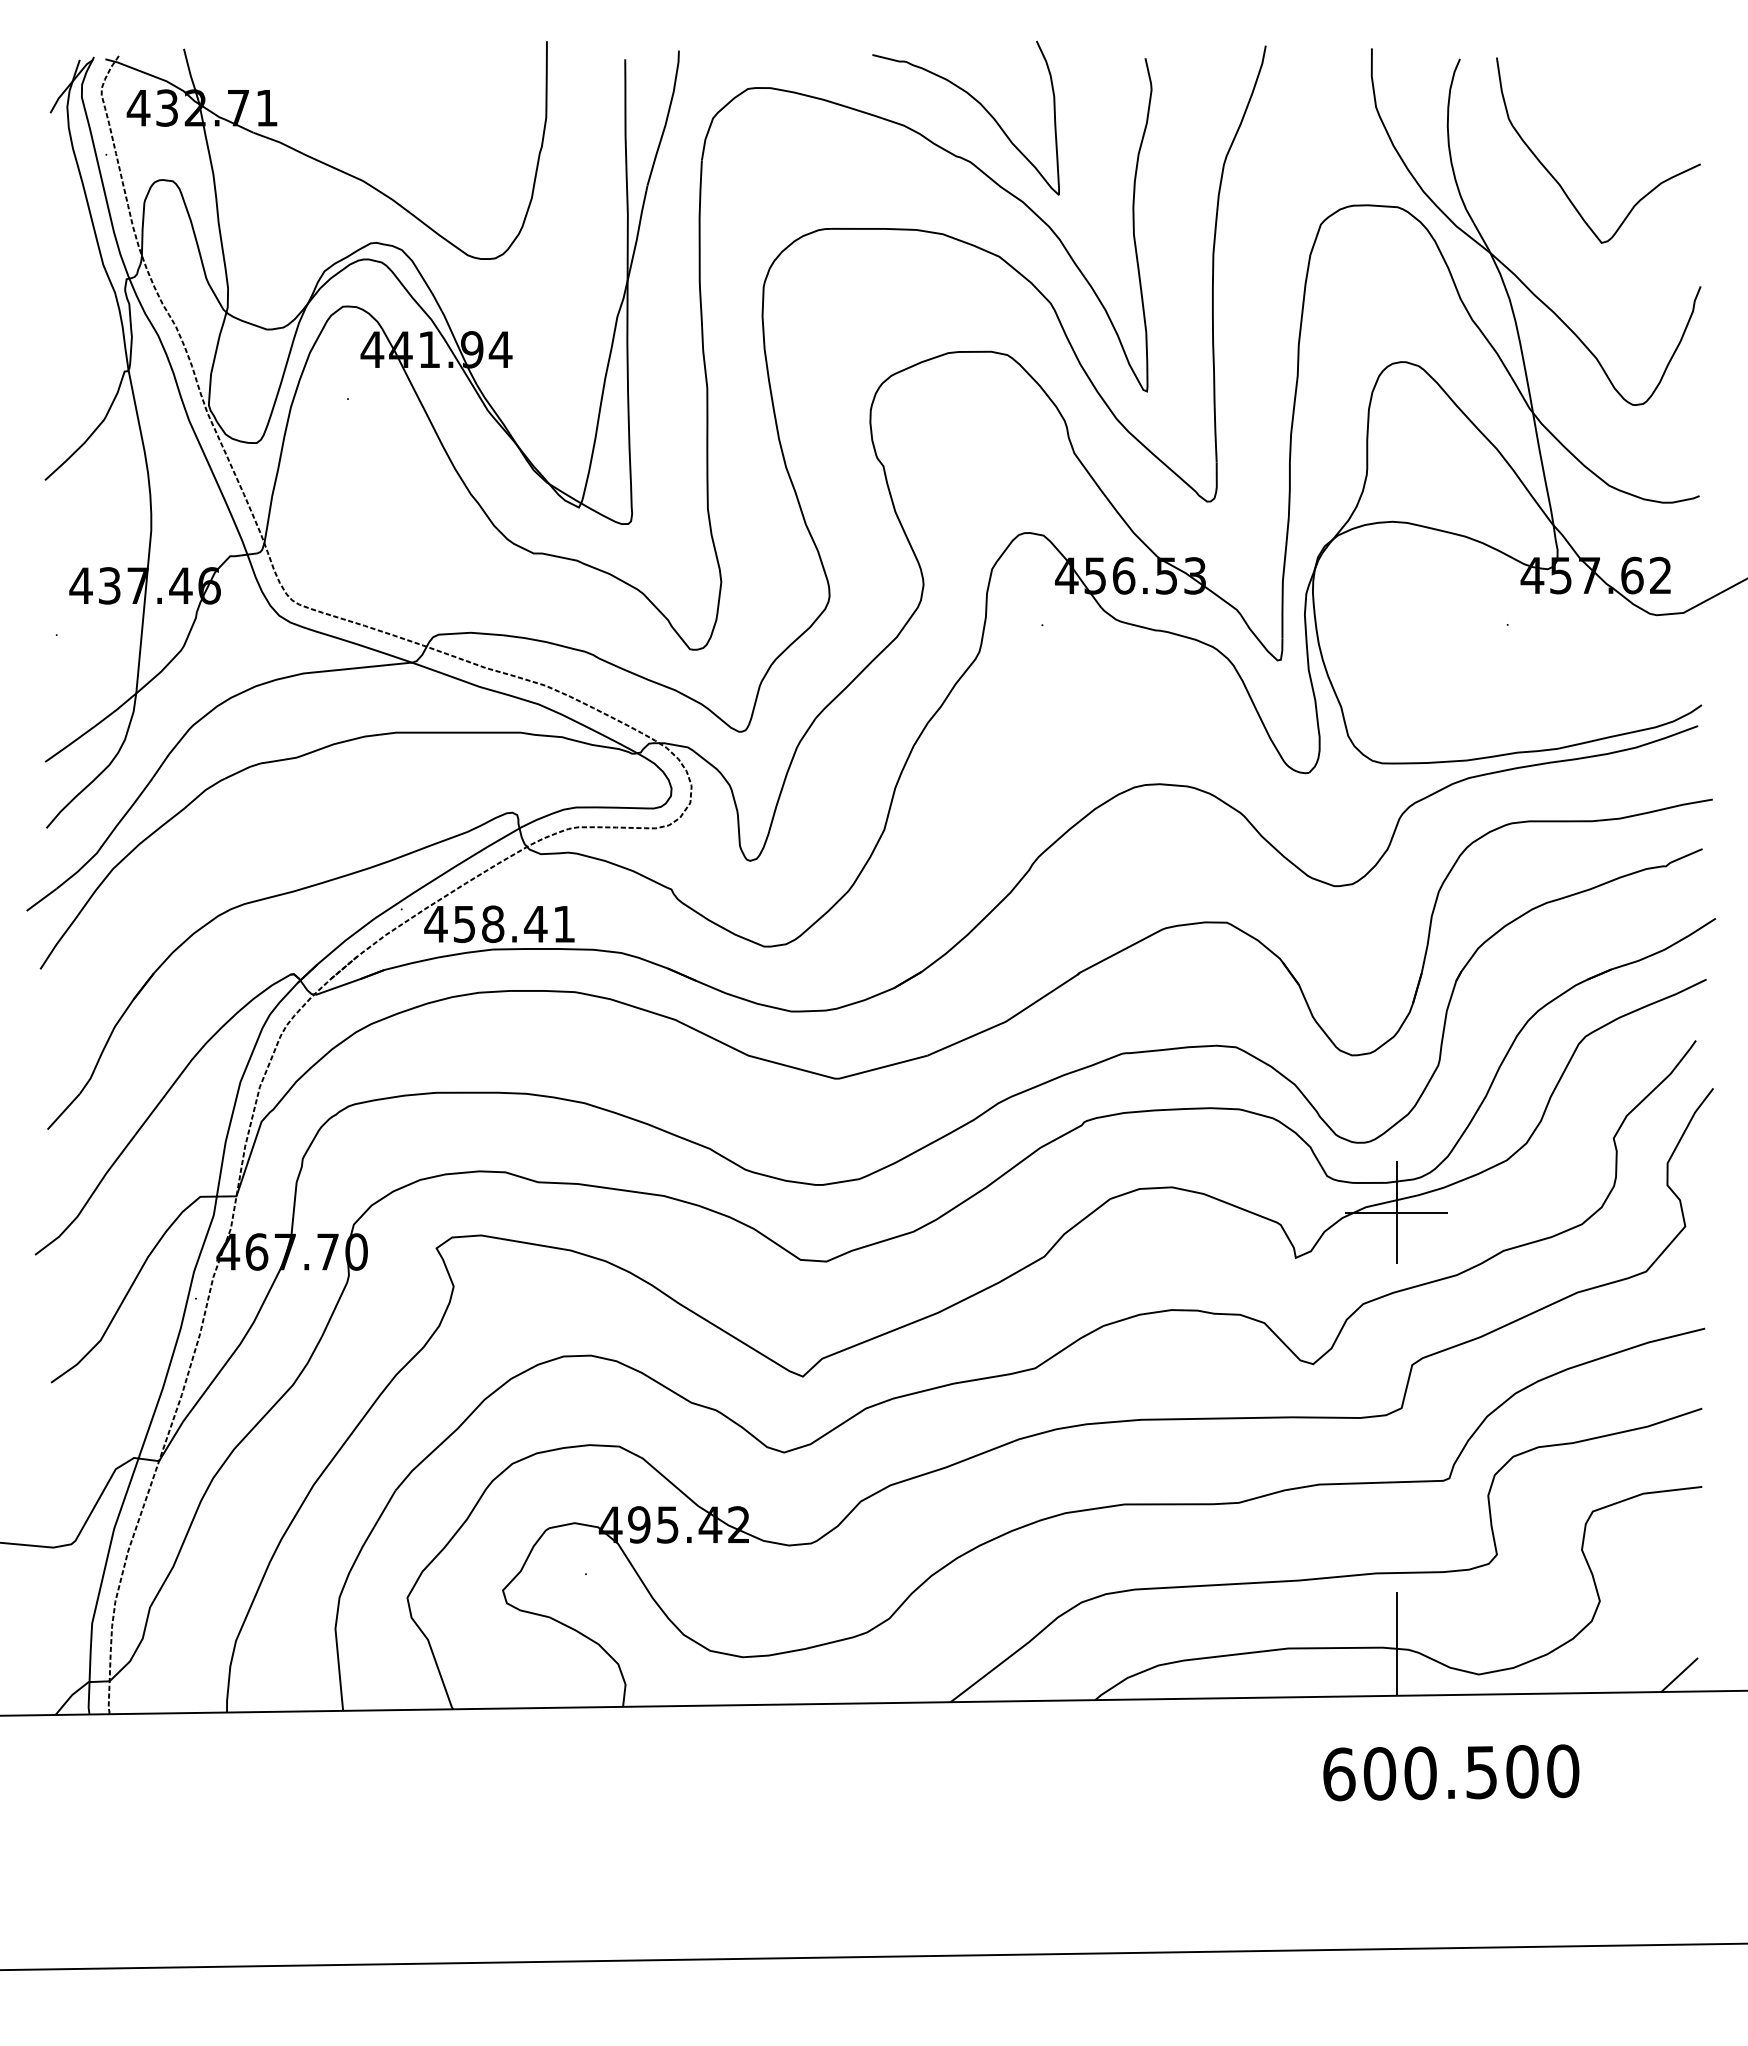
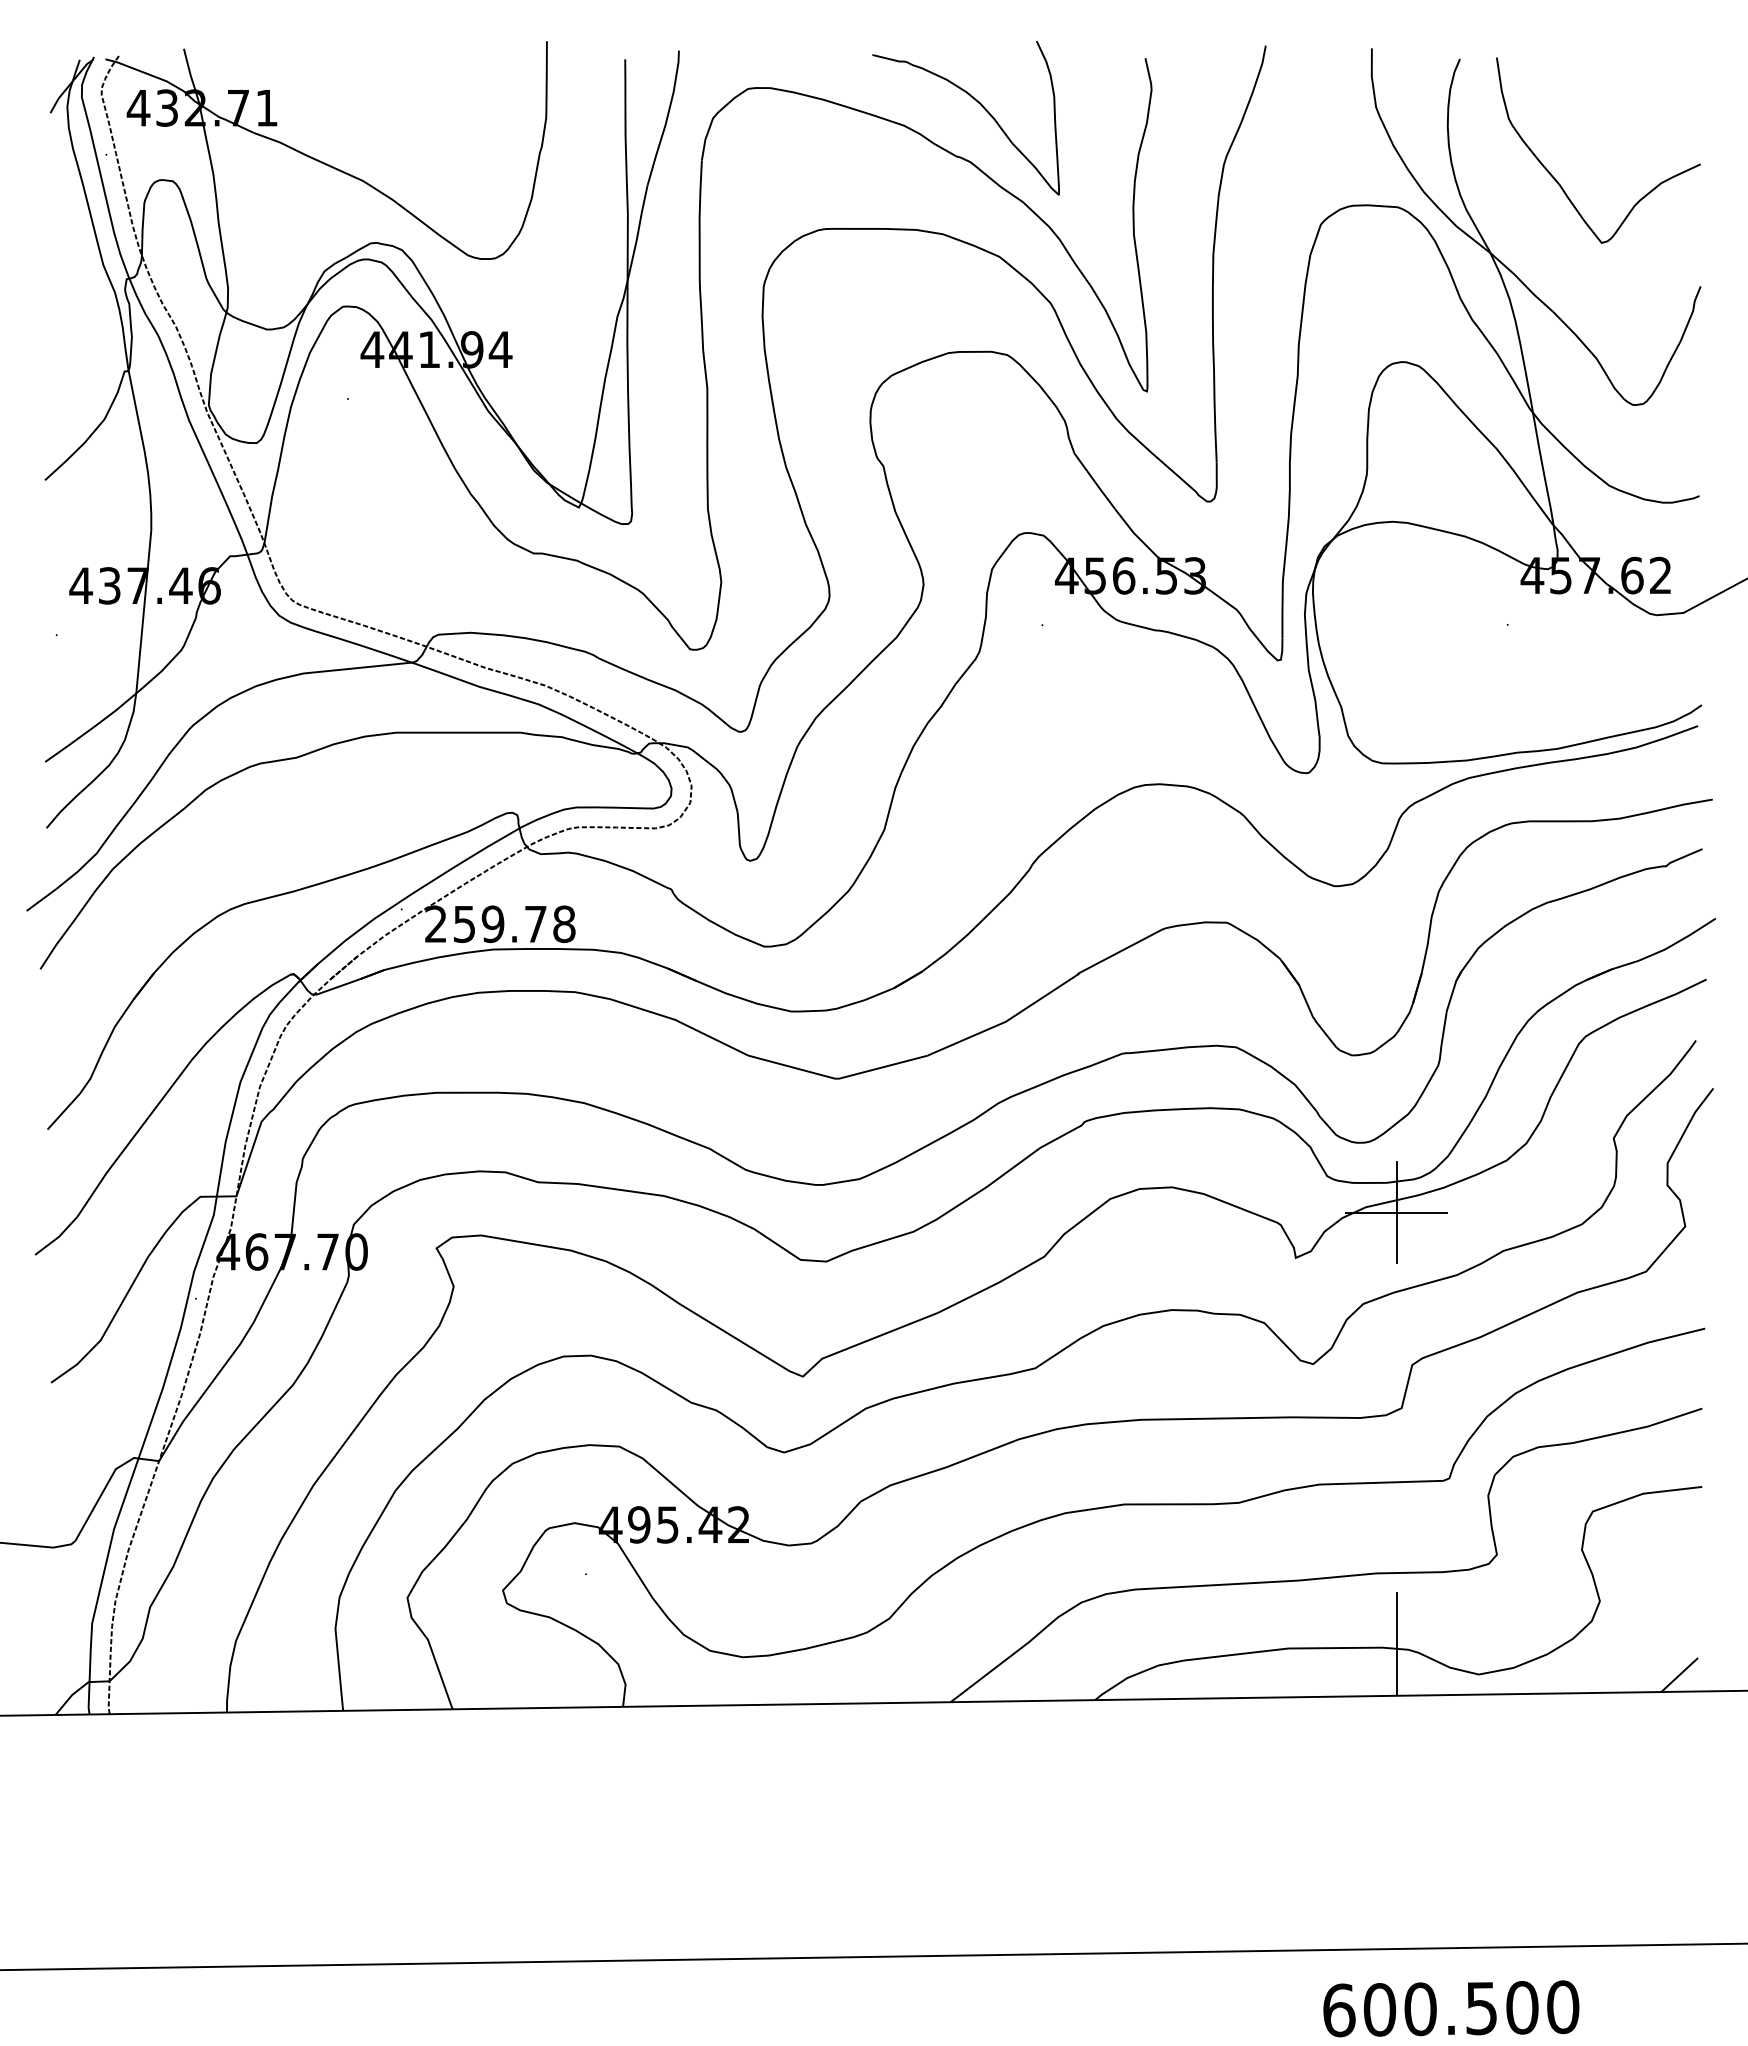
text at (499, 924): 458.41 -> 259.78
text at (1451, 1772) position: (1451, 1772) -> (1451, 2008)
